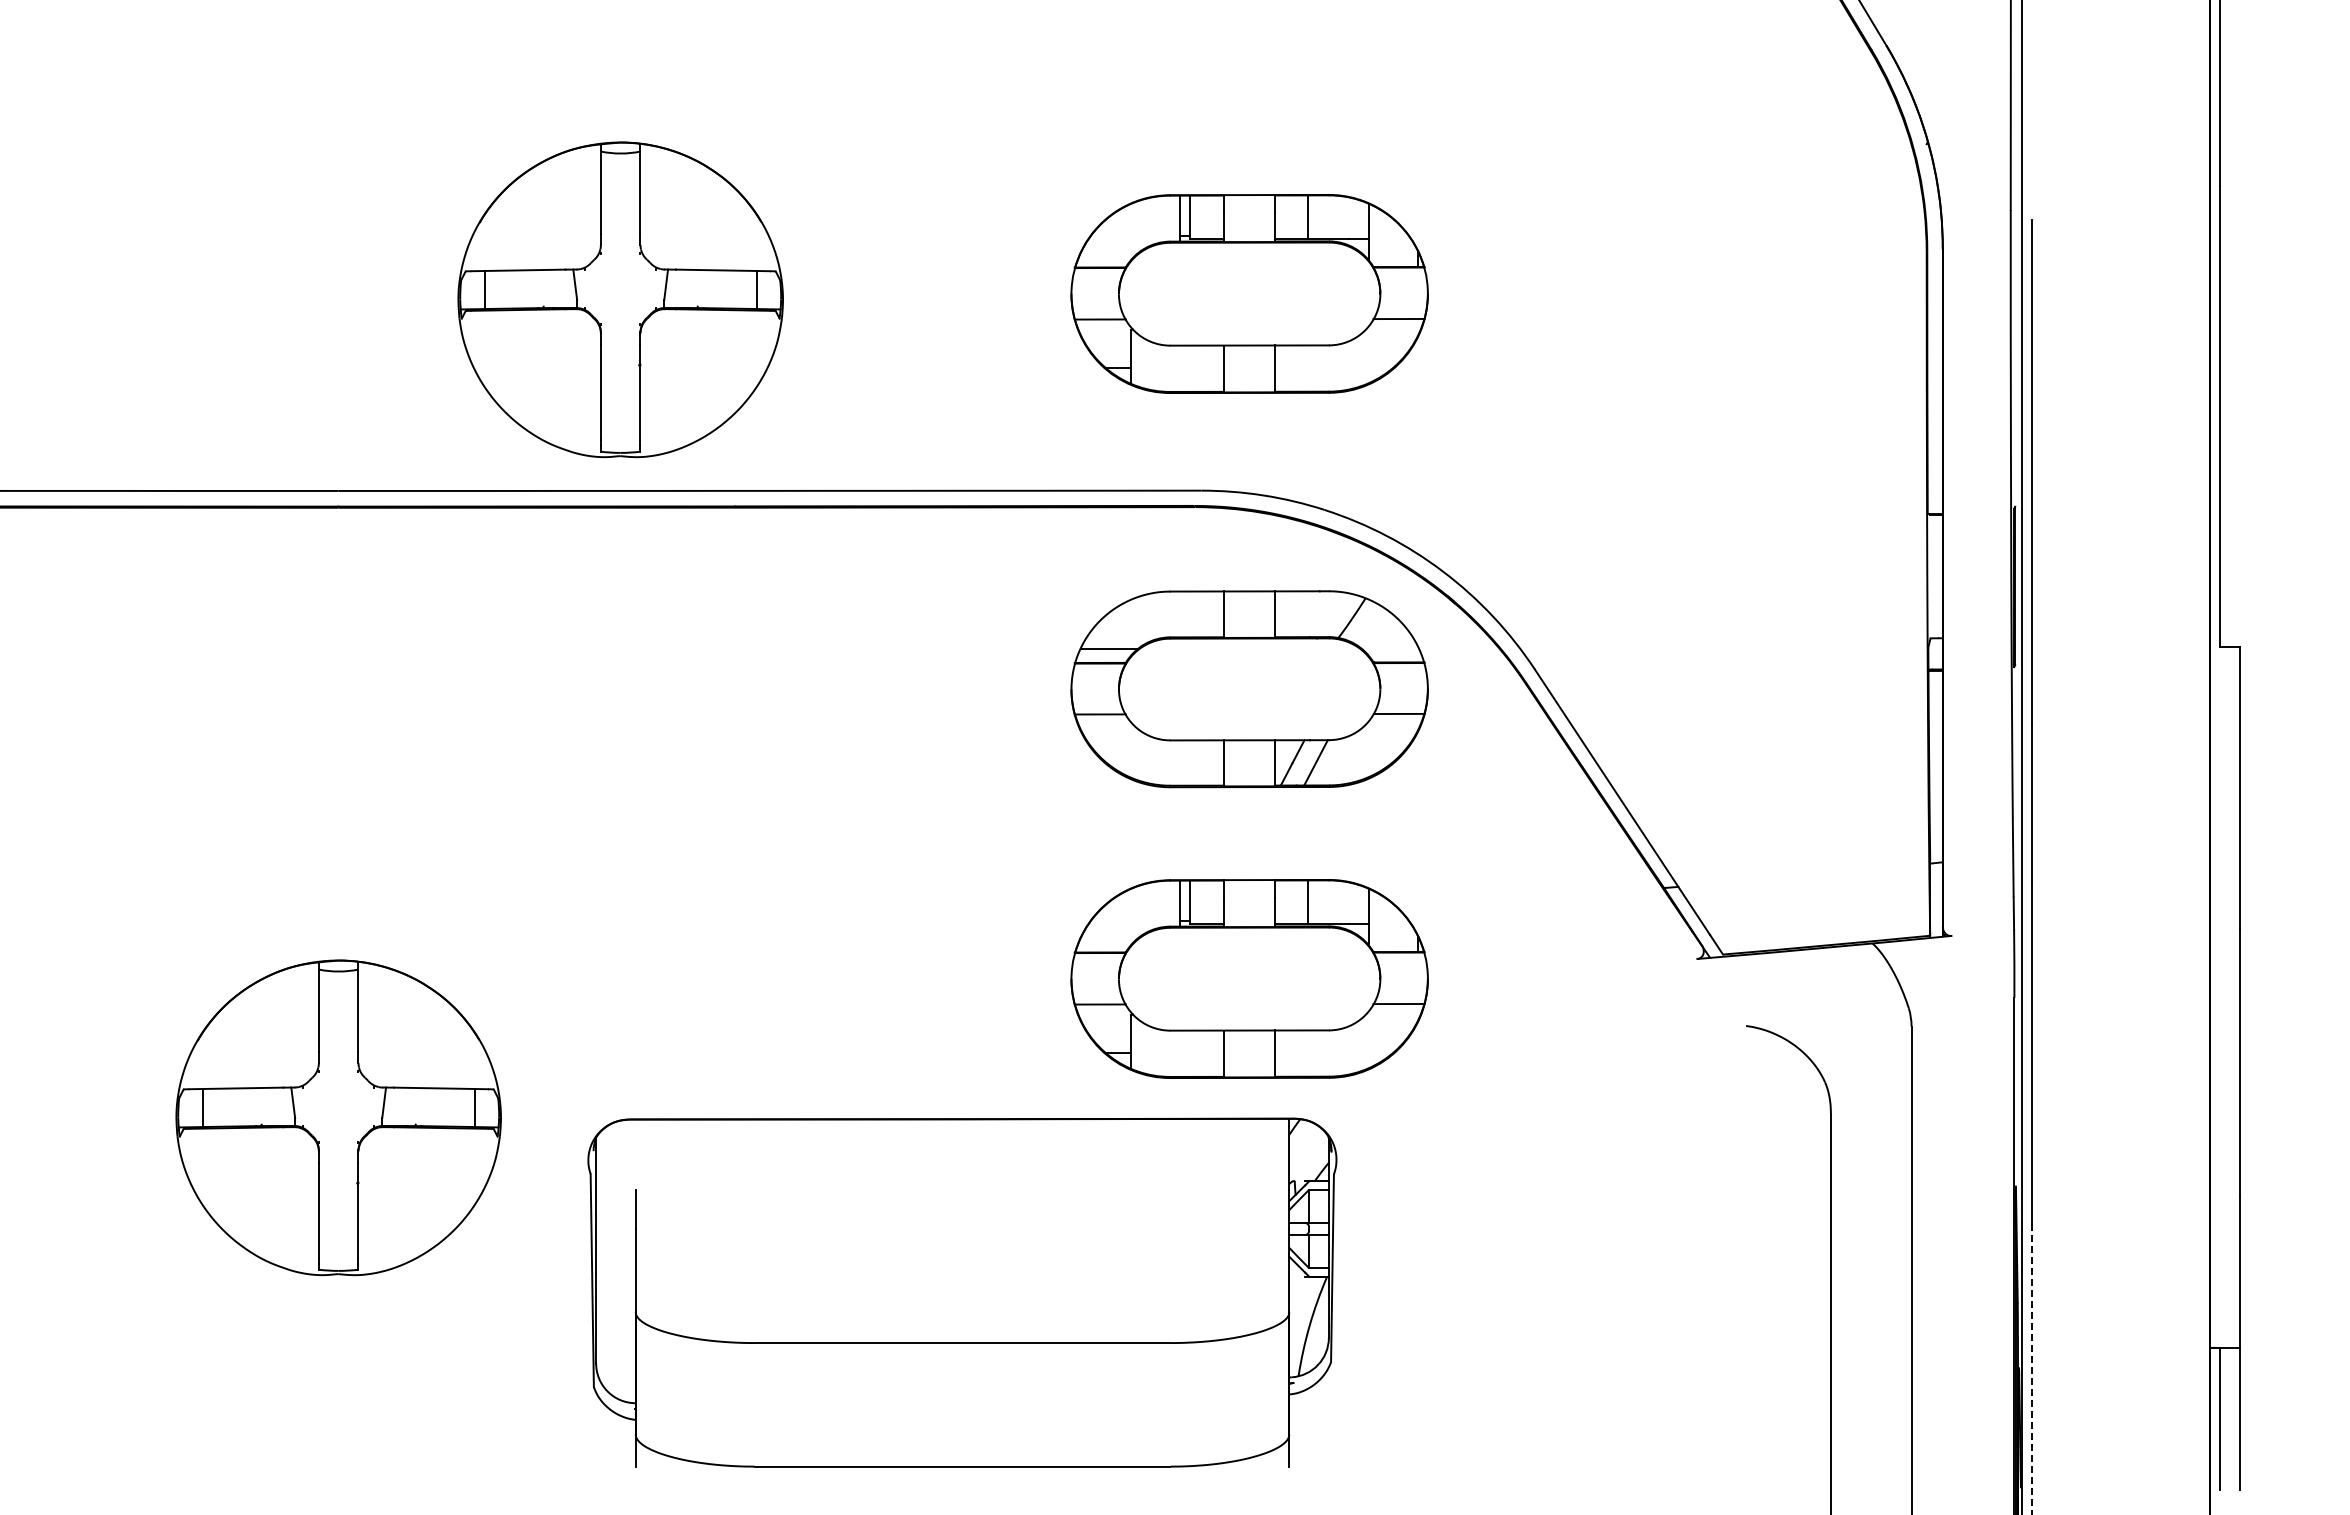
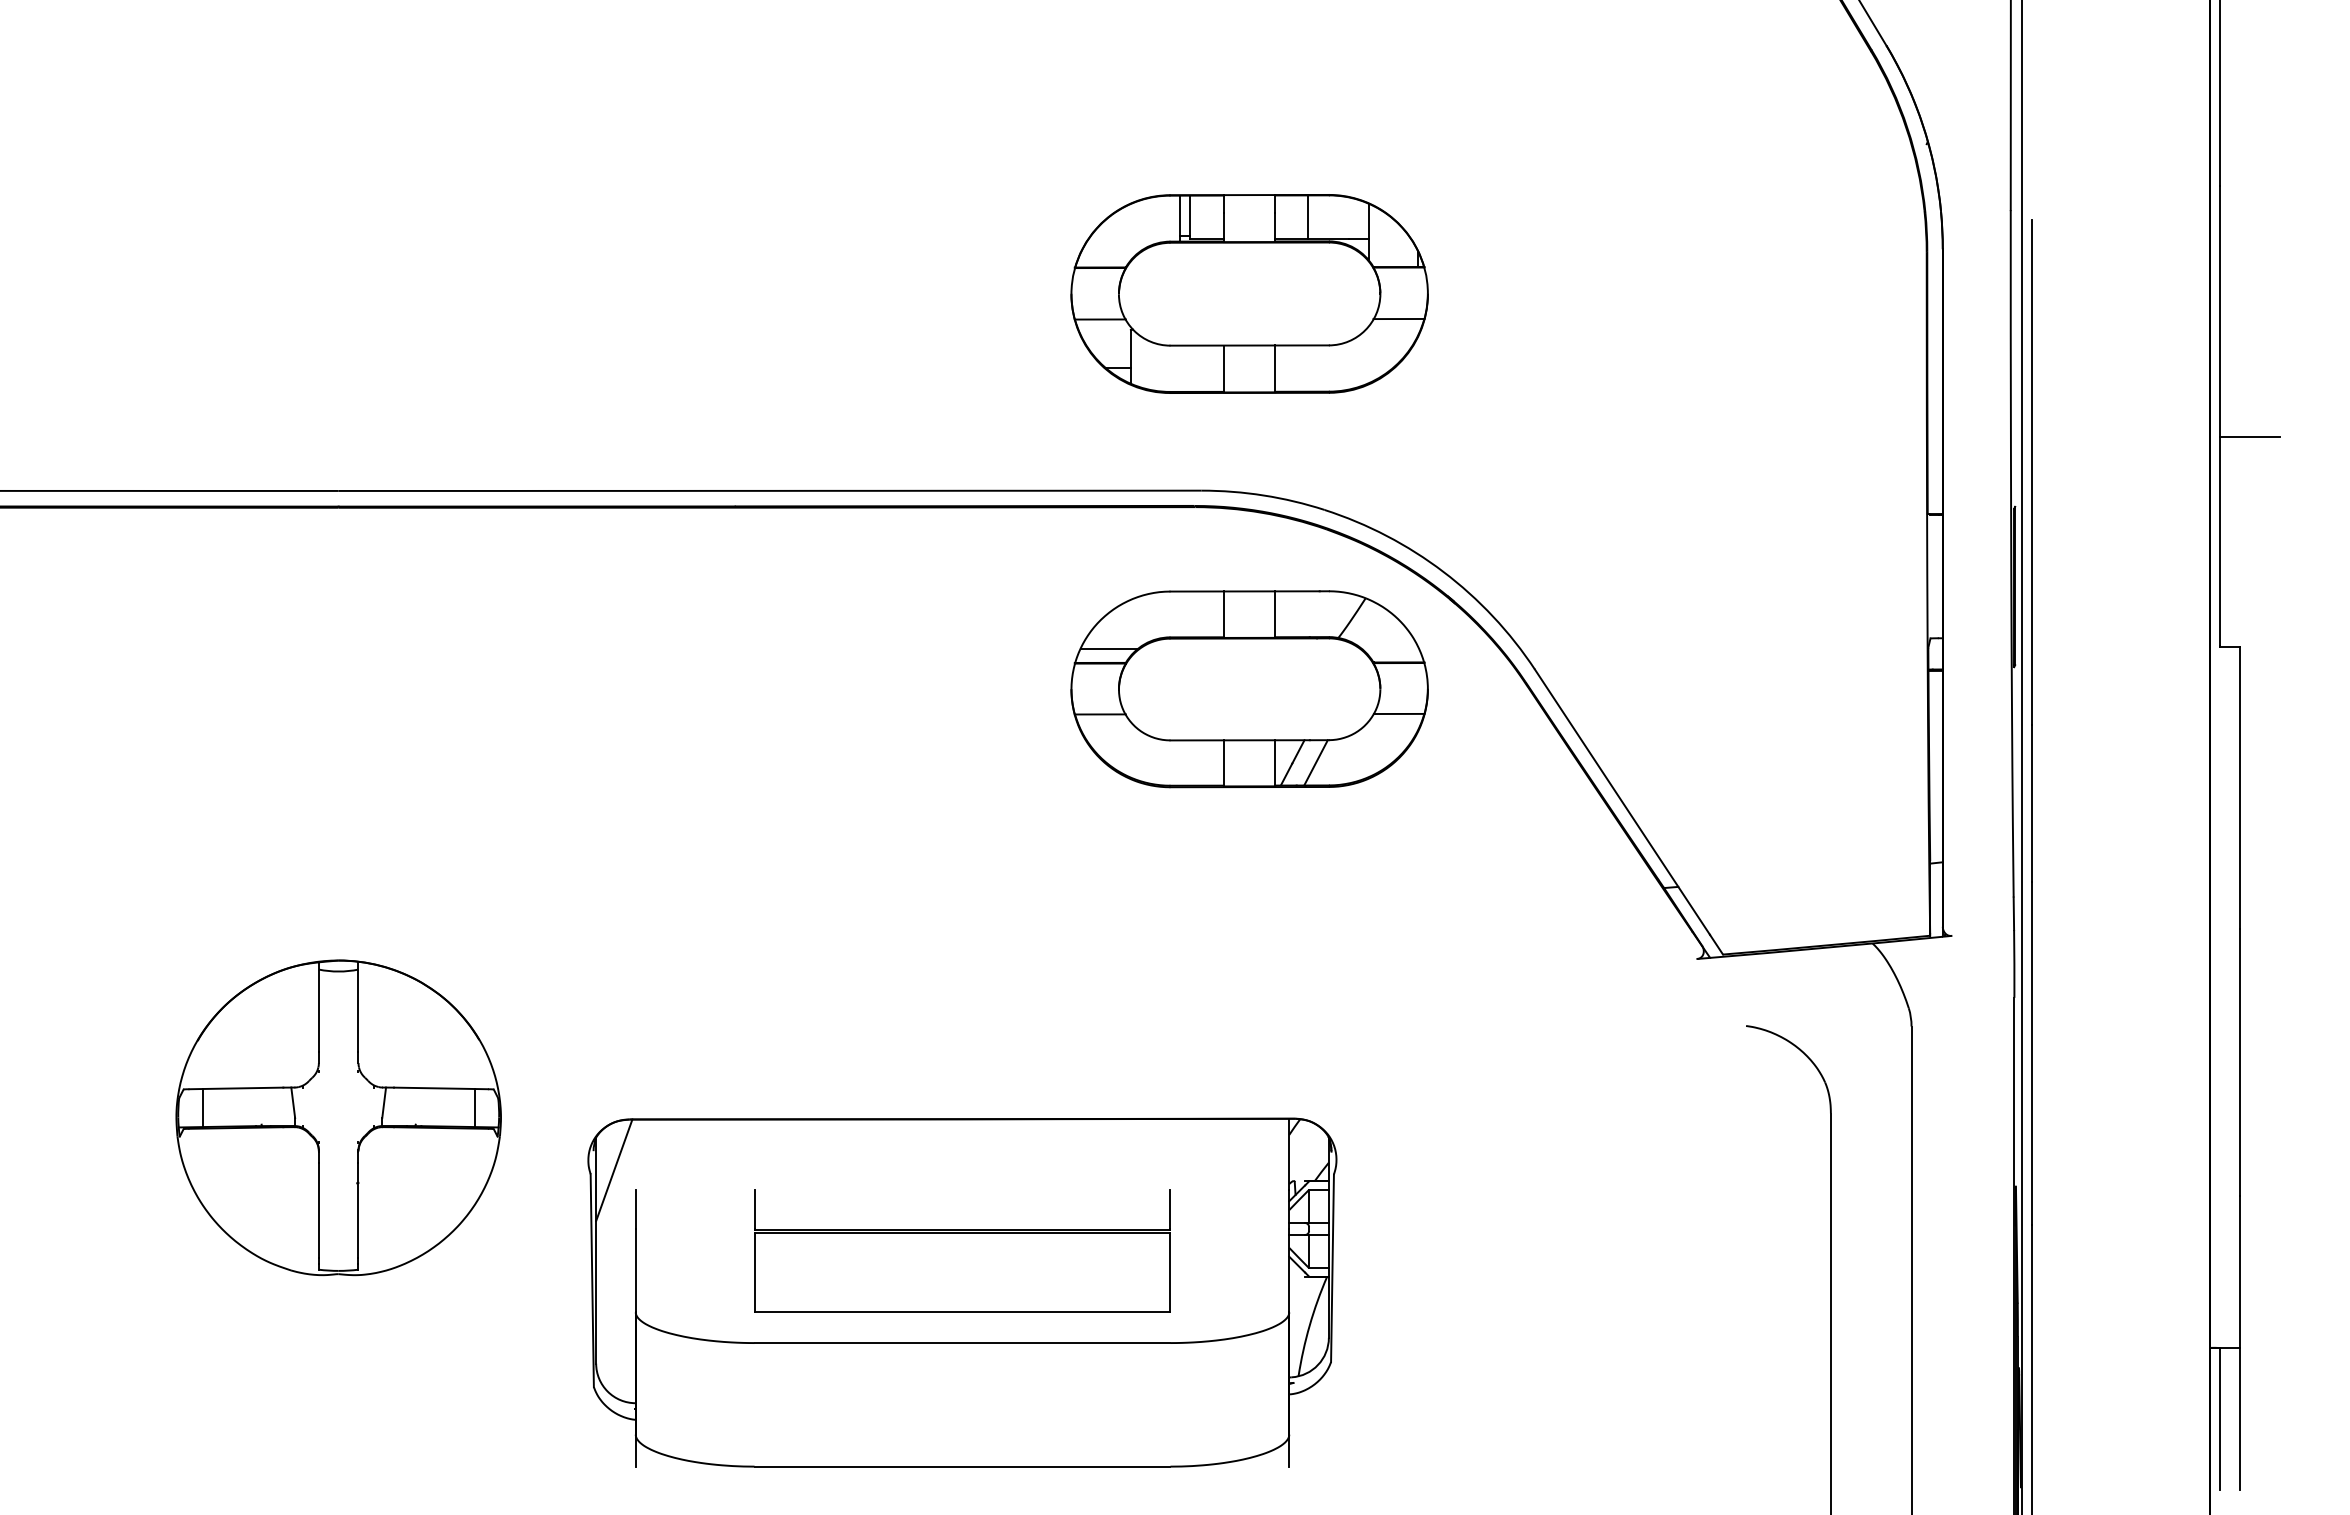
part at (620, 299): present -> none
line at (2249, 436): none -> present
part at (1249, 978): present -> none
line at (614, 1170): none -> present
part at (962, 1250): none -> present
line at (2031, 1369): dashed -> solid
